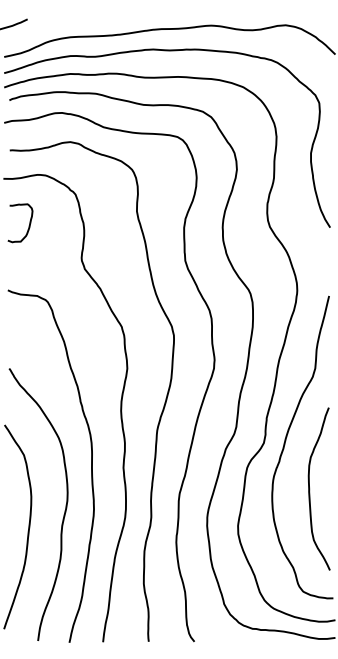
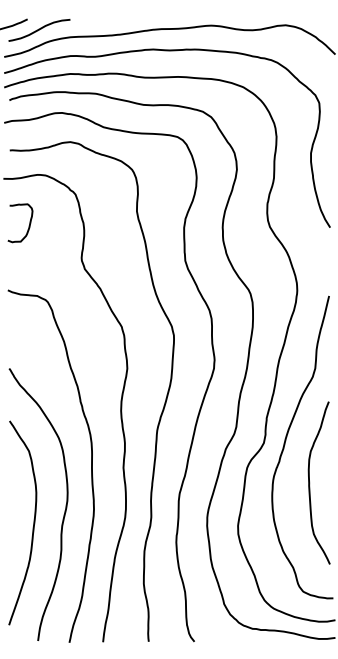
curve at (39, 30): none -> present
curve at (310, 488) position: (310, 488) -> (310, 482)
curve at (28, 526) position: (28, 526) -> (33, 522)
